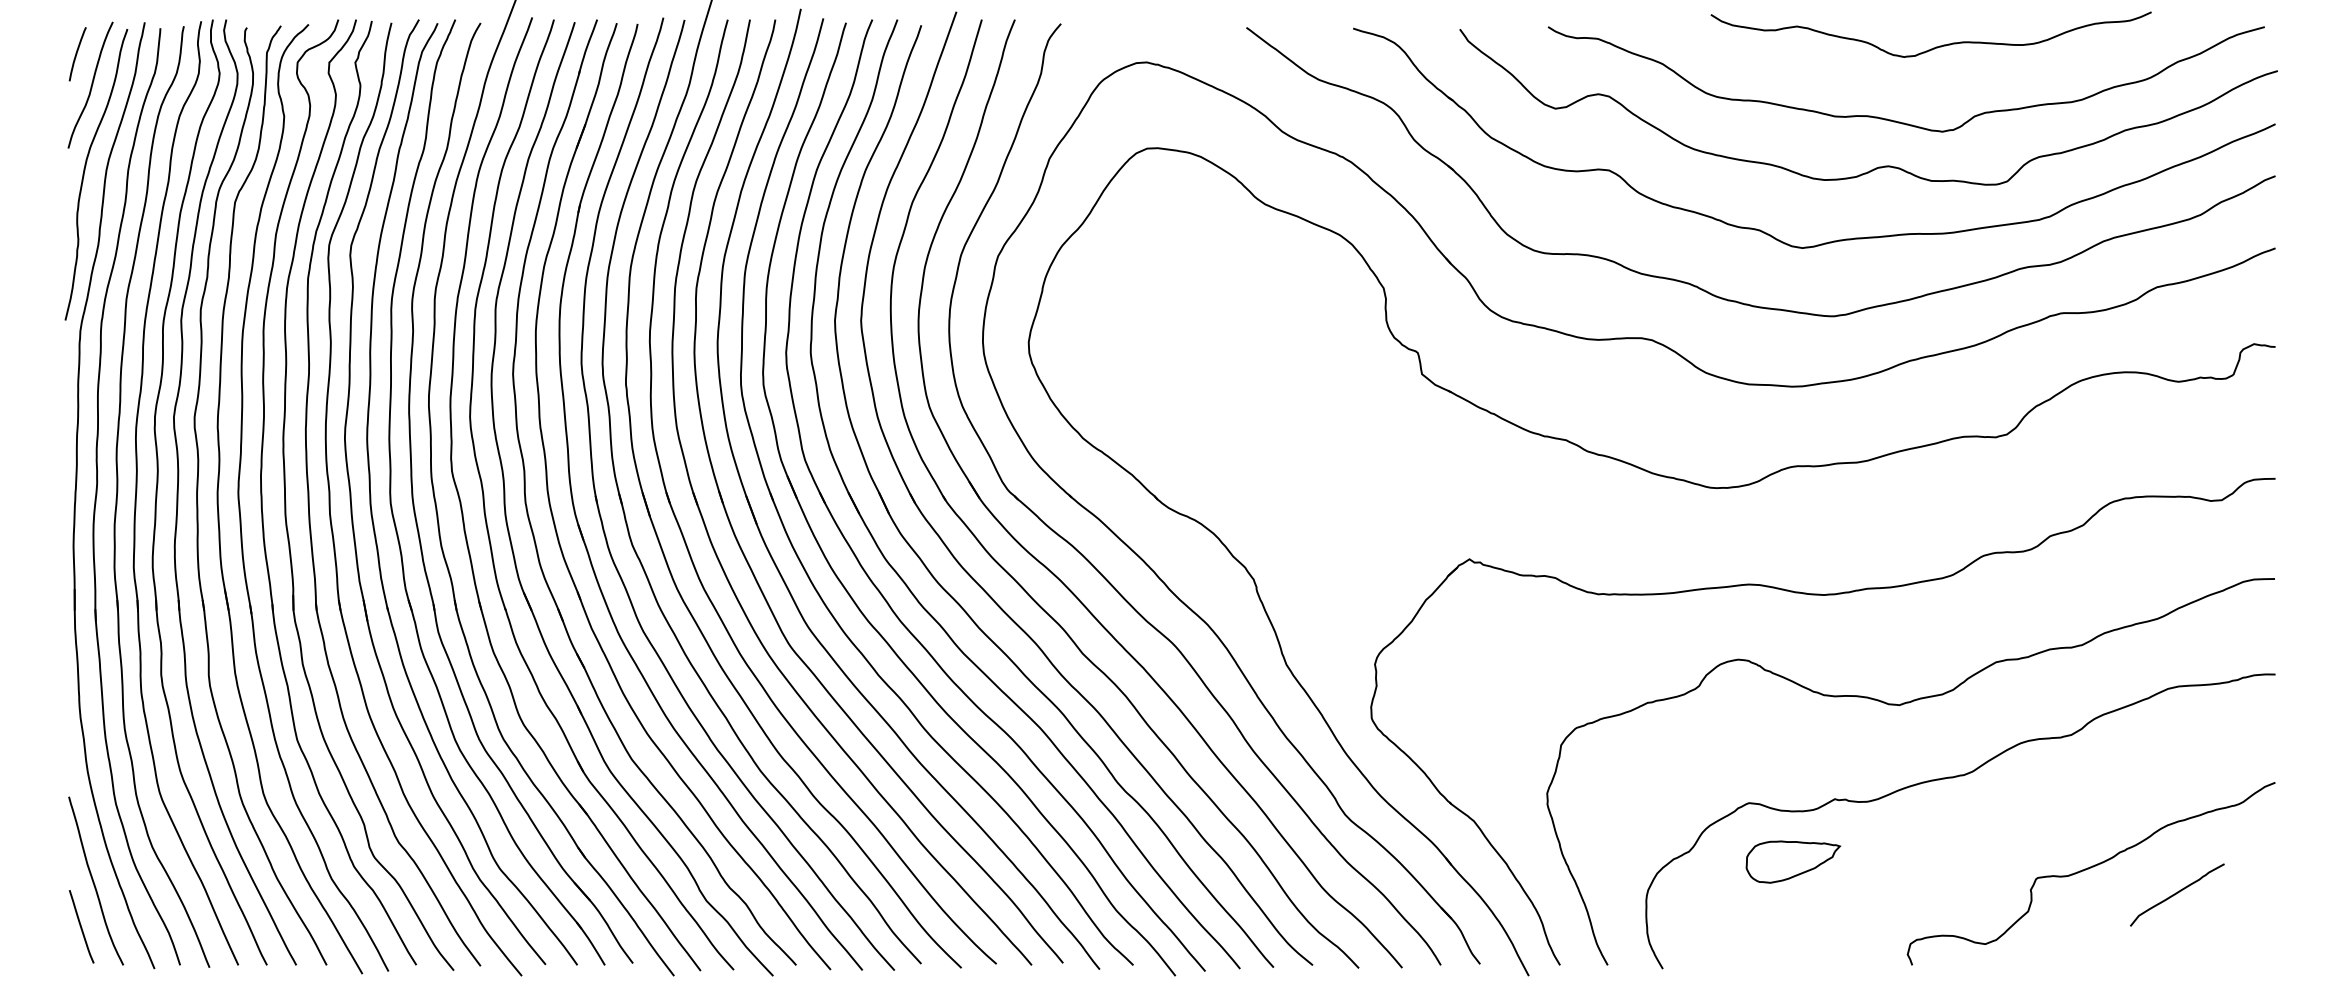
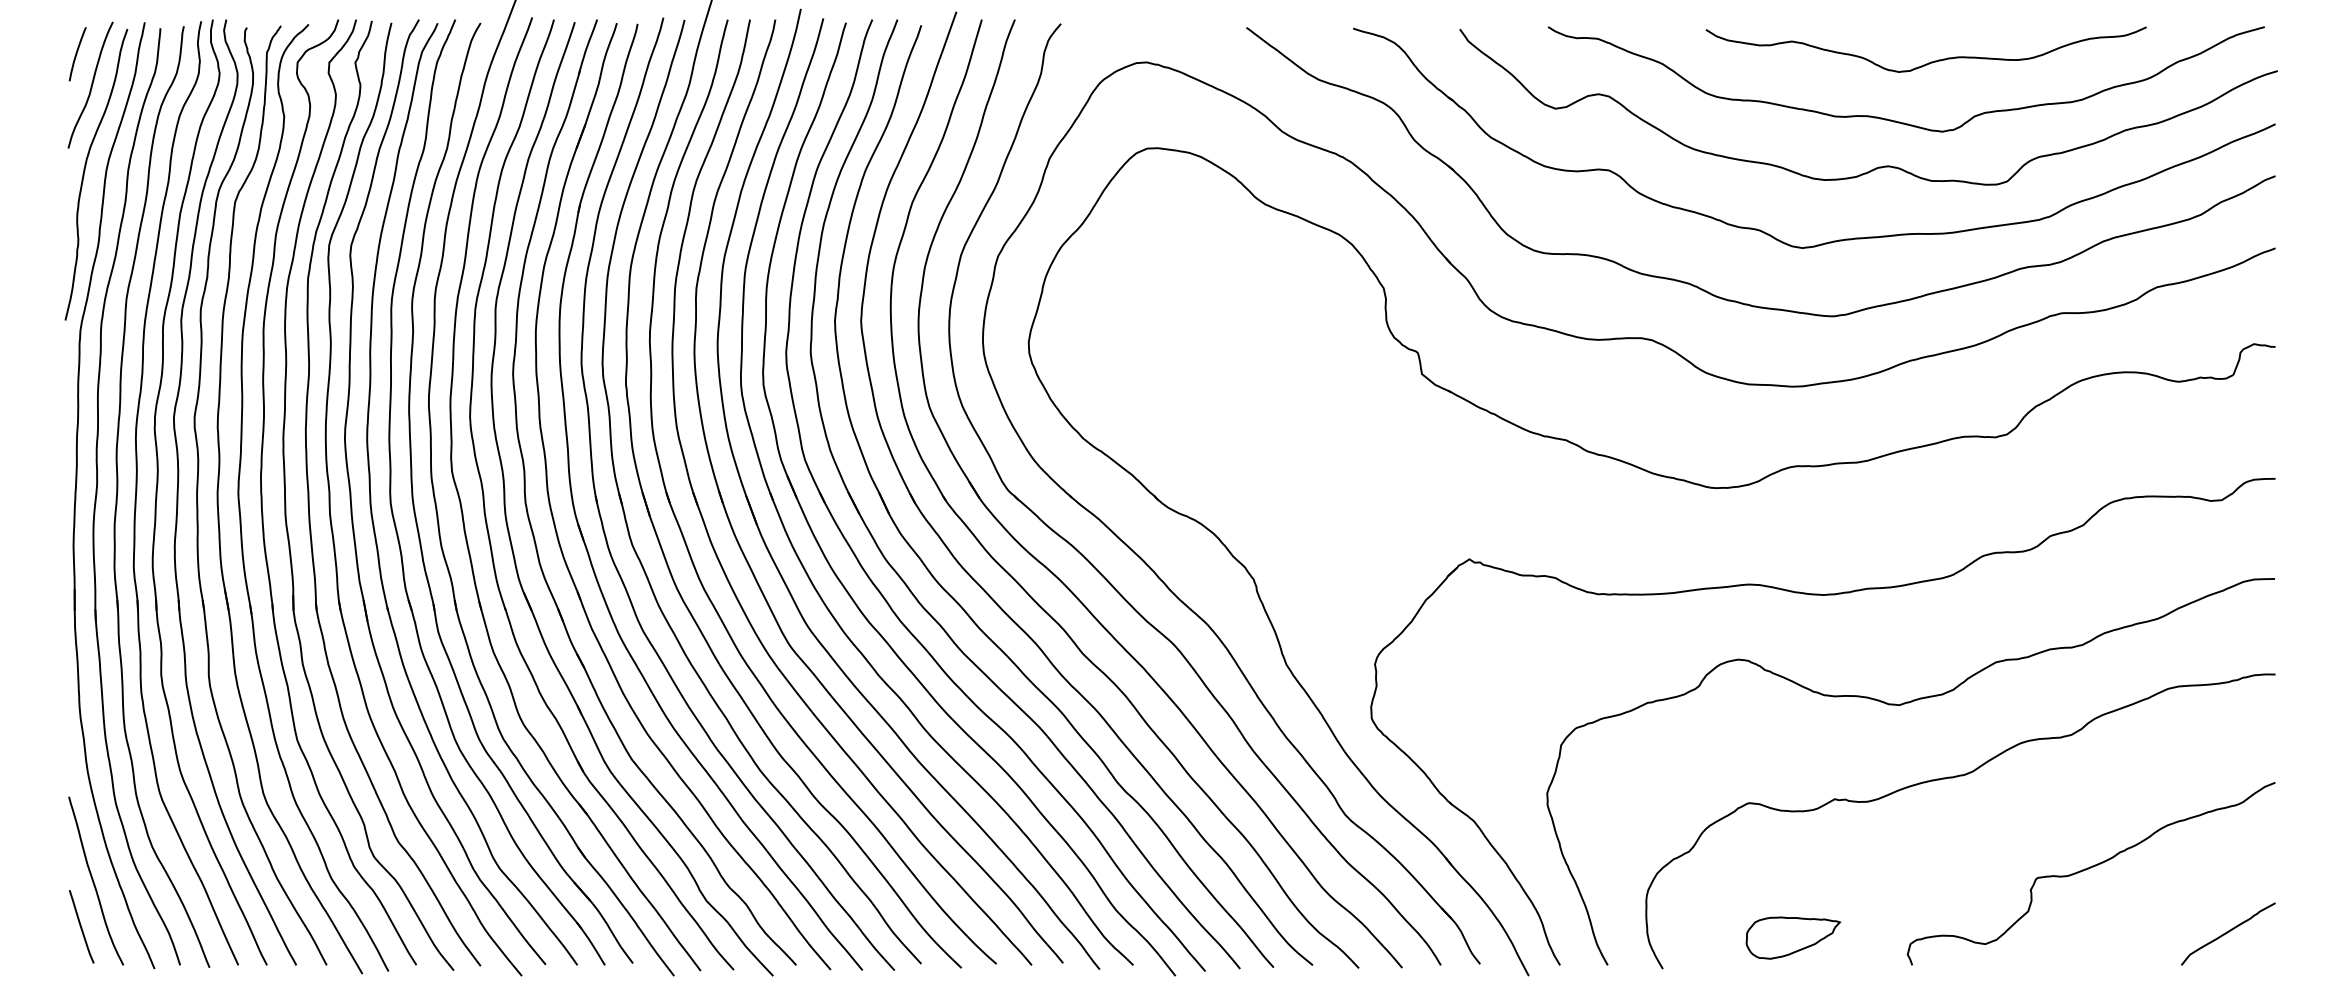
curve at (1933, 47) position: (1933, 47) -> (1928, 62)
part at (1793, 861) position: (1793, 861) -> (1793, 937)
curve at (2177, 893) position: (2177, 893) -> (2228, 932)
